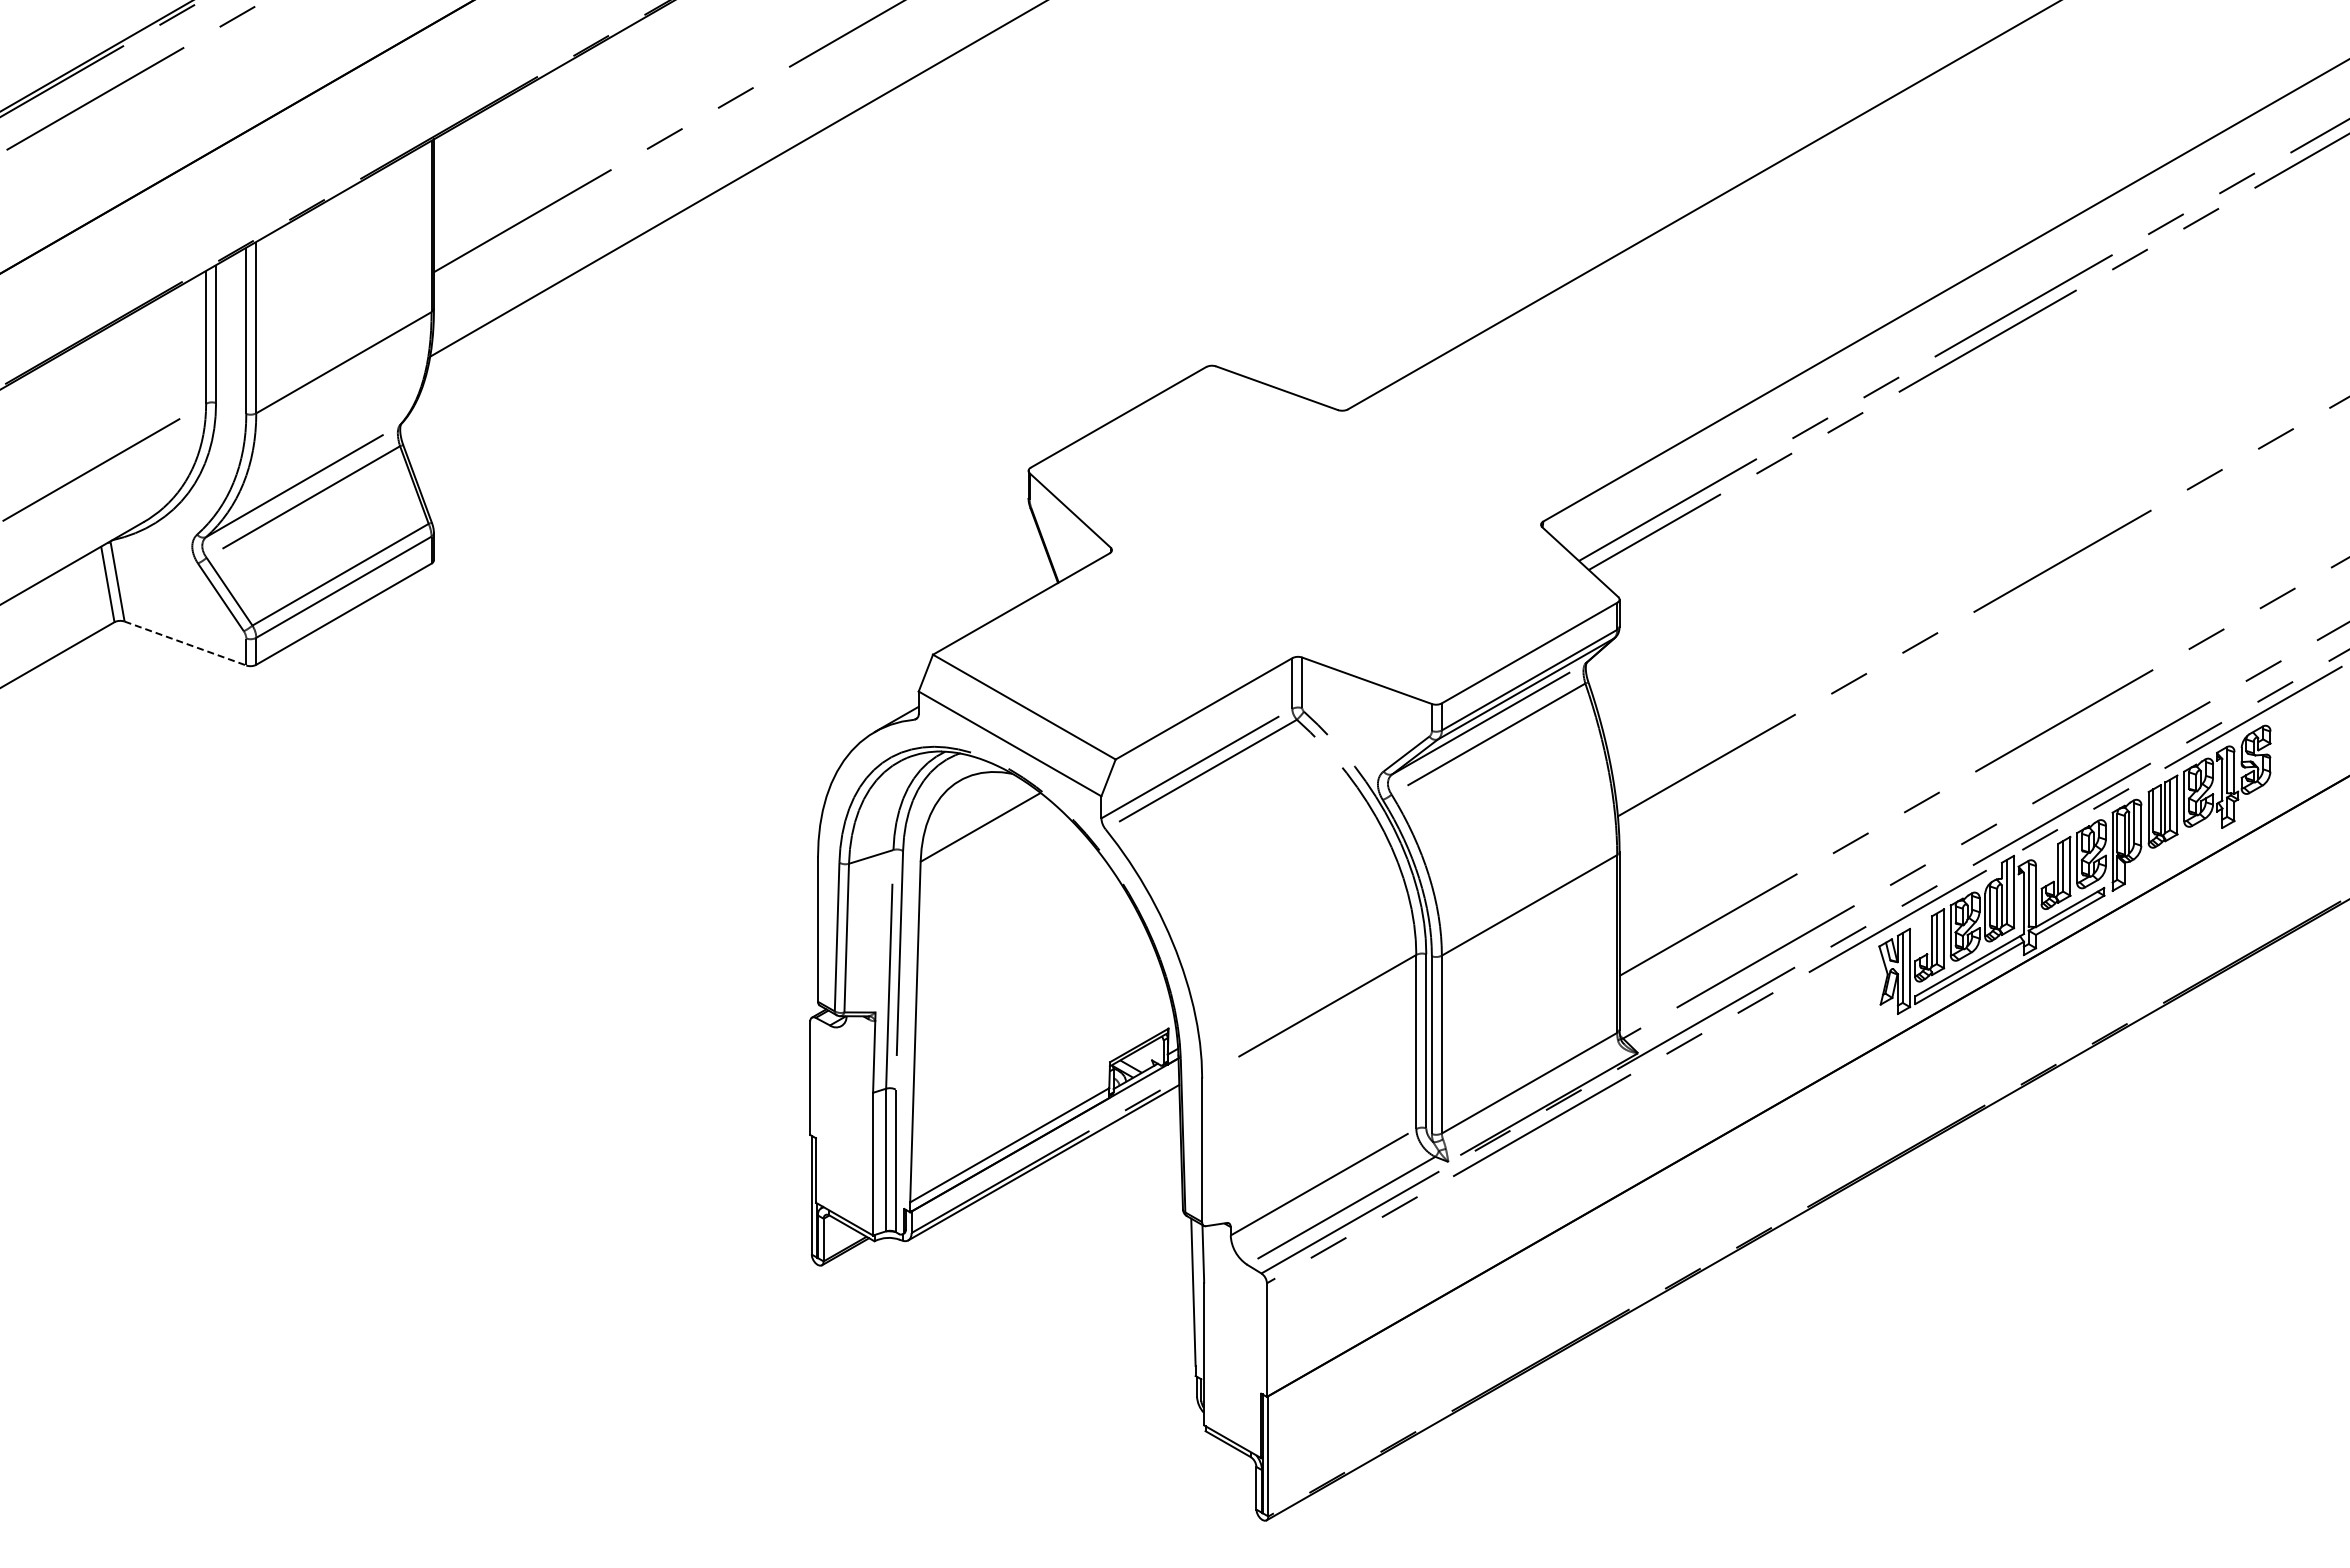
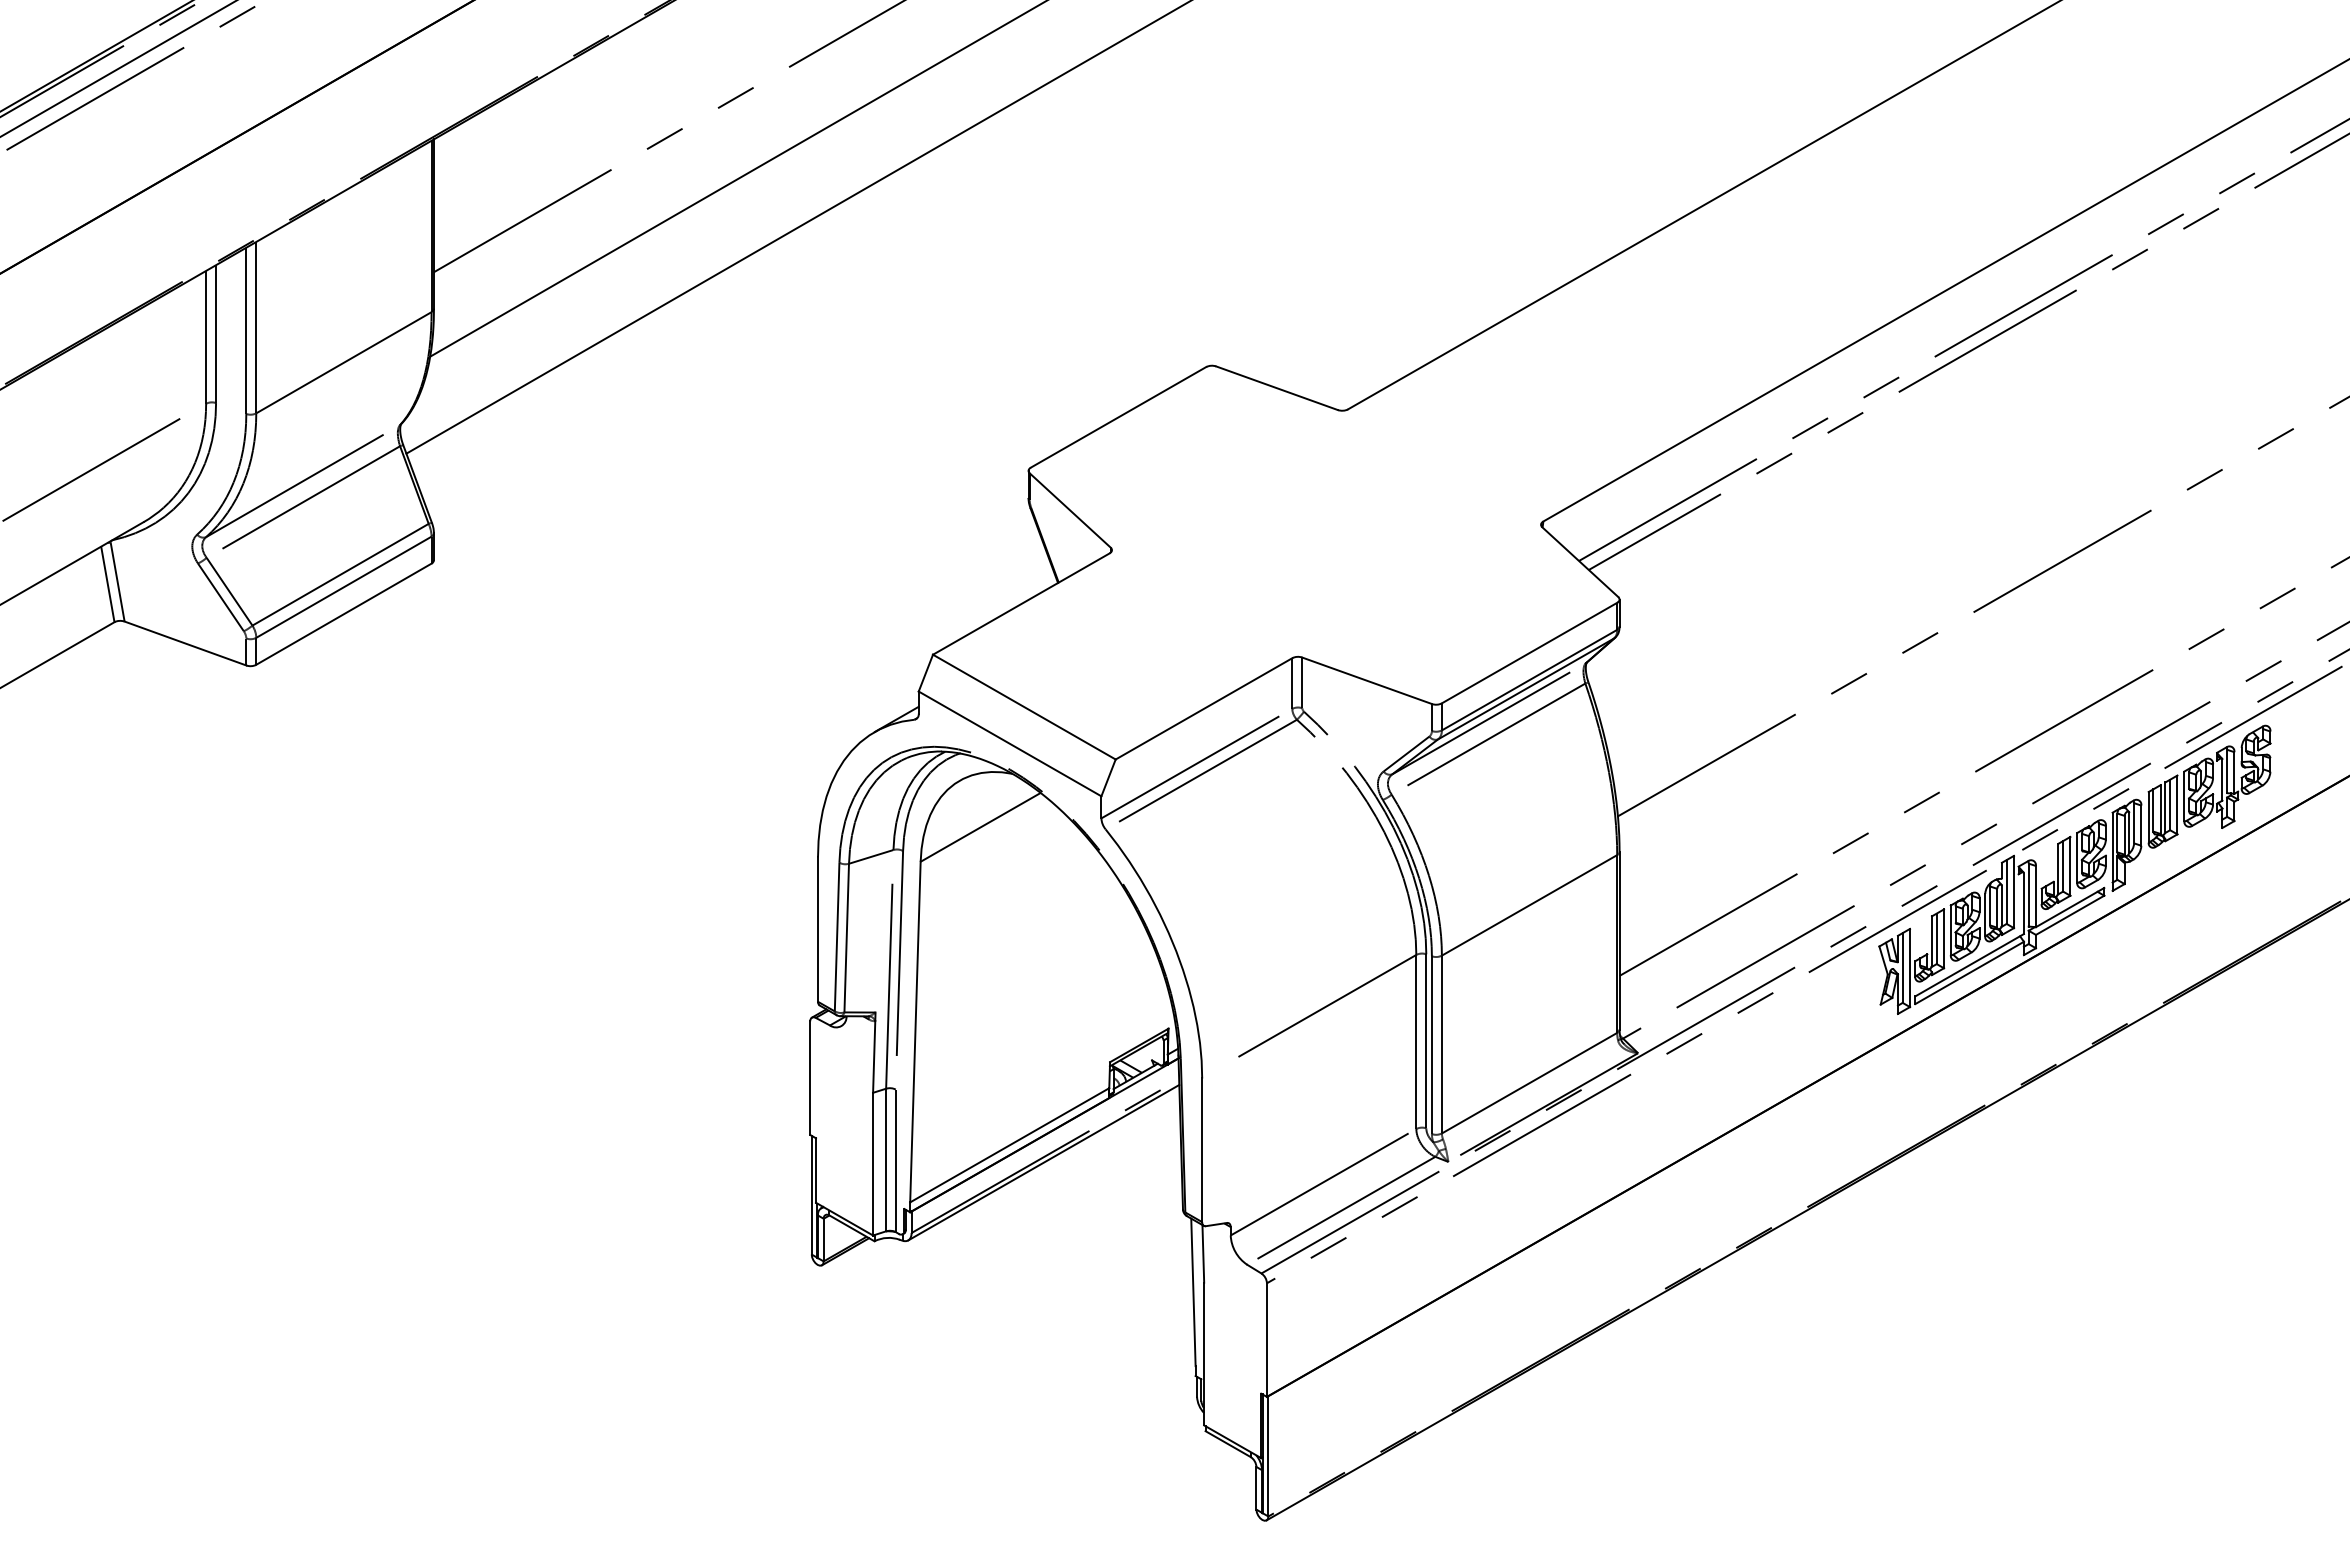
line at (117, 68): none -> present
line at (797, 227): none -> present
line at (185, 643): dashed -> solid
